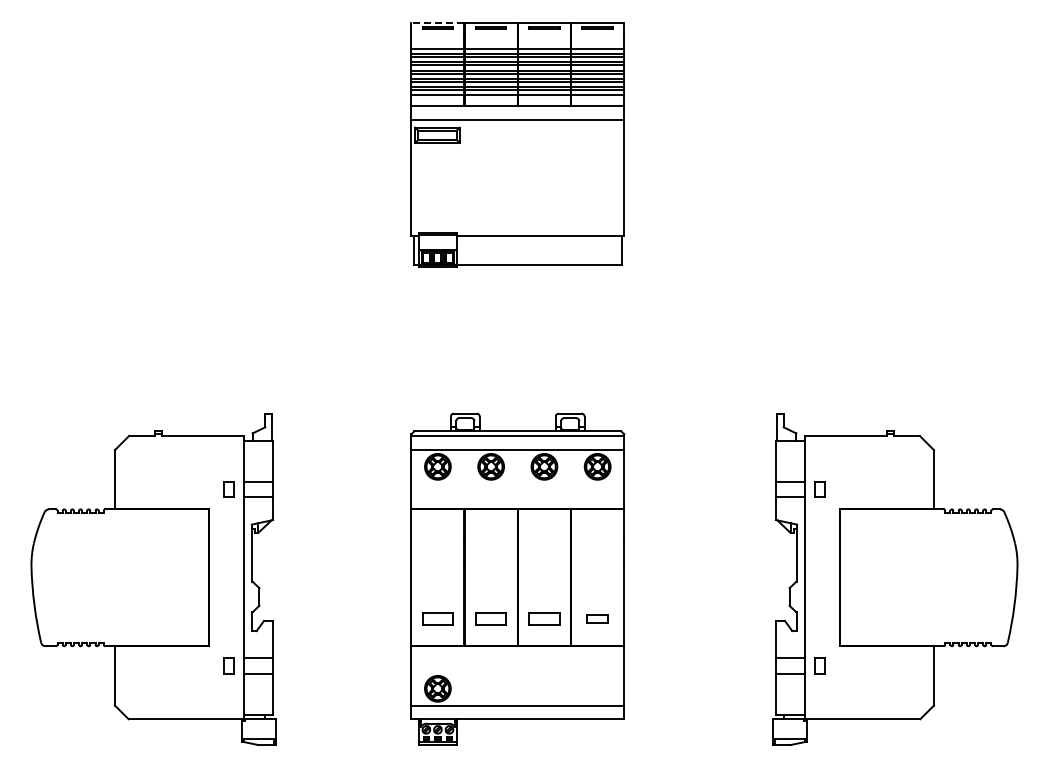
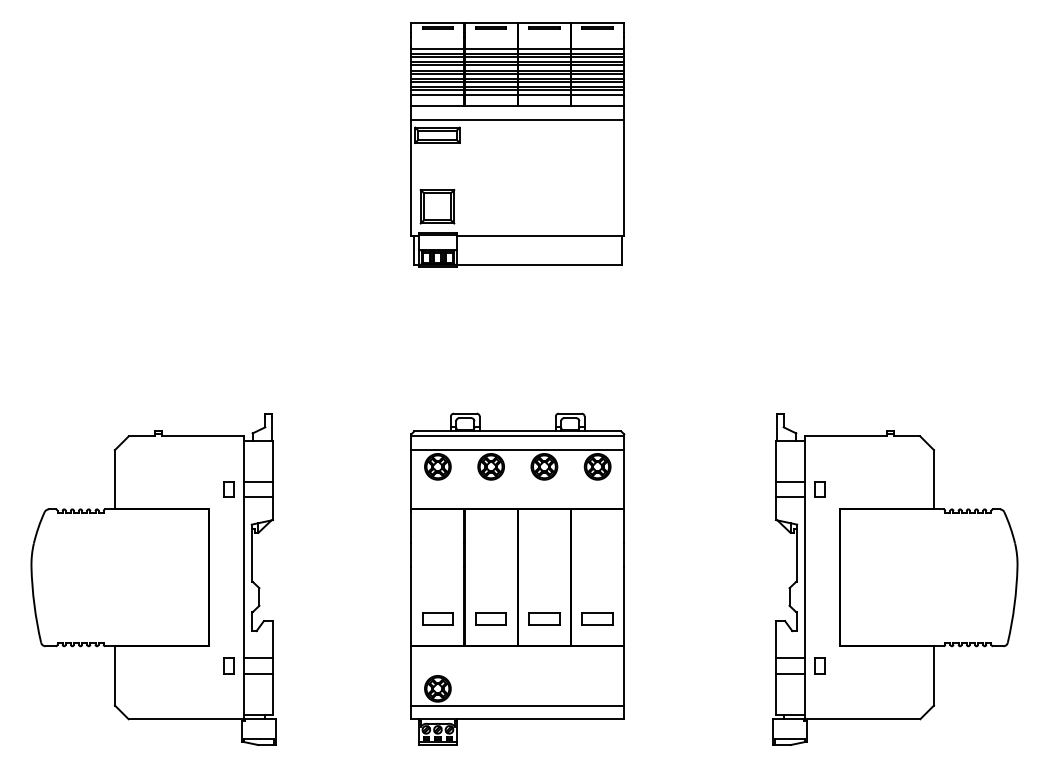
line at (437, 22): dashed -> solid
part at (437, 206): none -> present
part at (597, 618) size: 23x10 px -> 33x14 px
